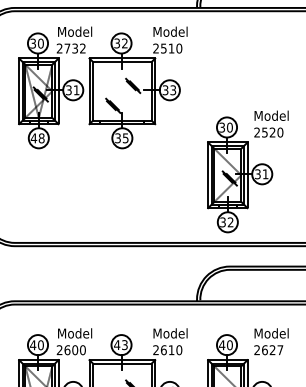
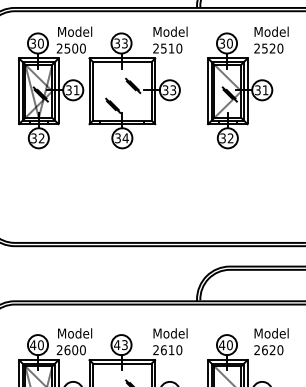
text at (124, 43): 32 -> 33
text at (74, 48): 2732 -> 2500
text at (37, 138): 48 -> 32
text at (125, 138): 35 -> 34
part at (247, 171) position: (247, 171) -> (247, 87)
text at (280, 350): 2627 -> 2620
